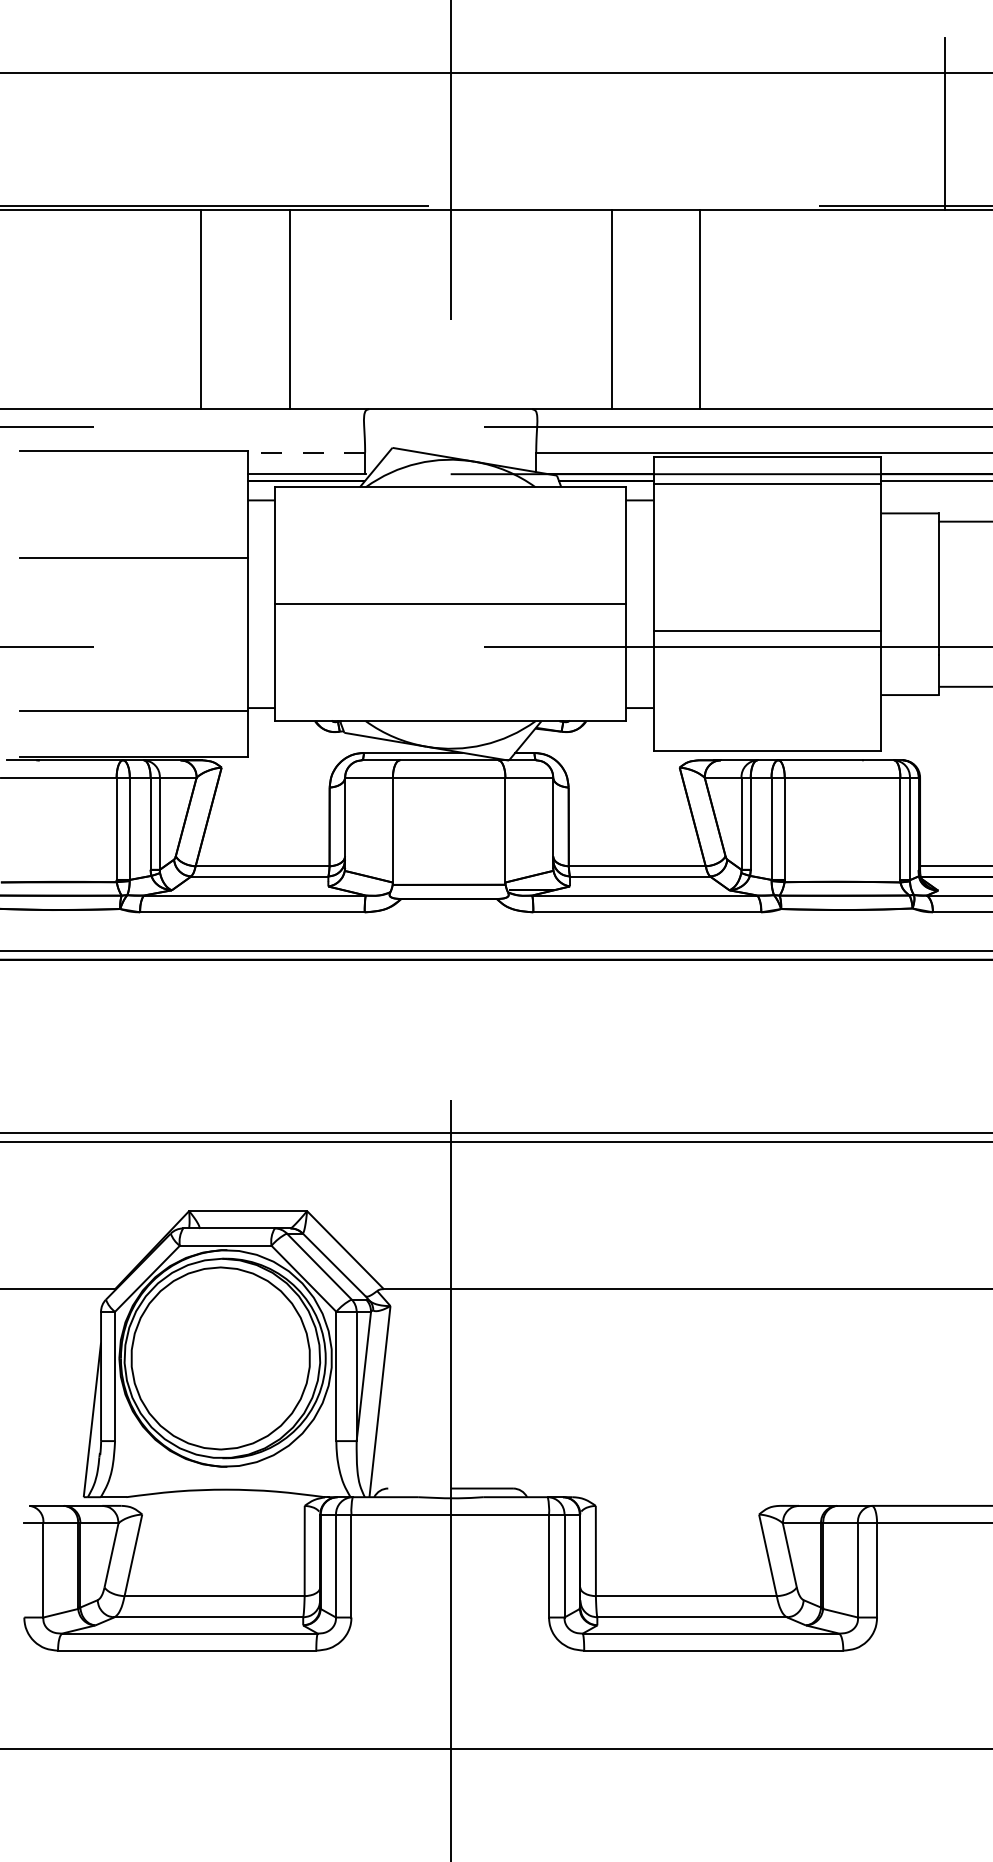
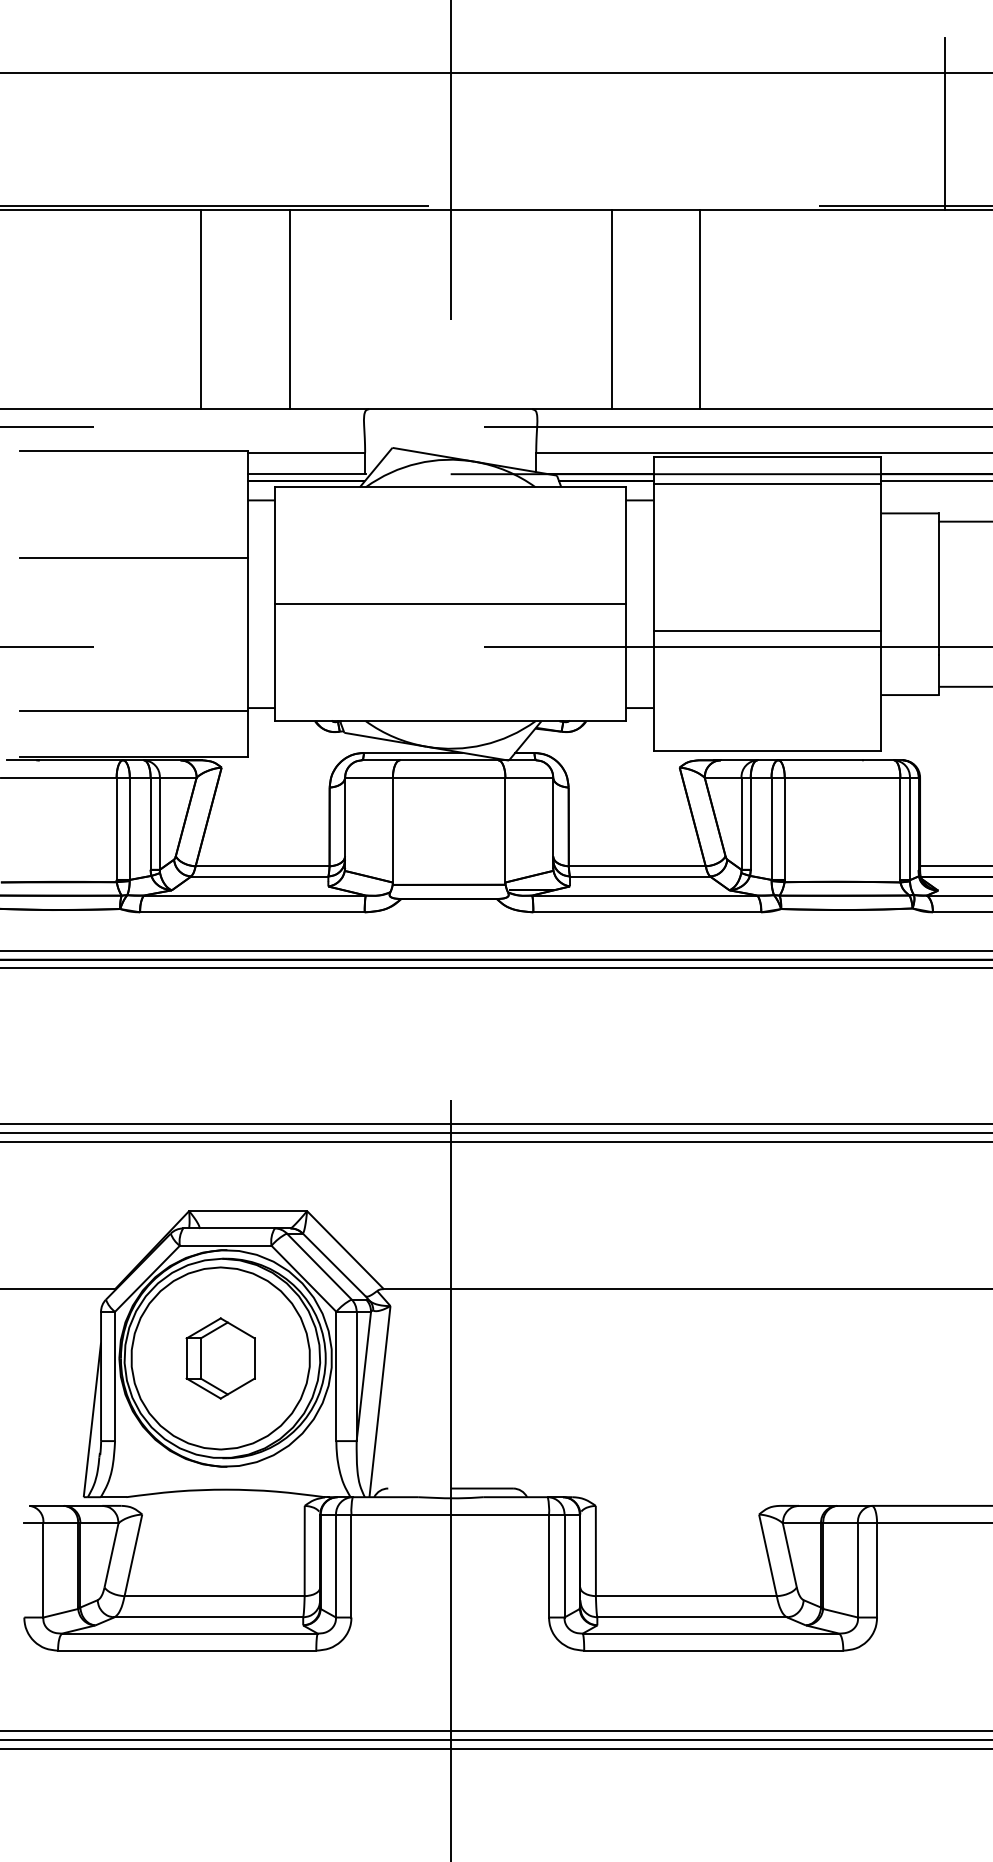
line at (306, 452): dashed -> solid
line at (495, 968): none -> present
line at (495, 1124): none -> present
part at (220, 1358): none -> present
line at (495, 1731): none -> present
line at (495, 1739): none -> present
